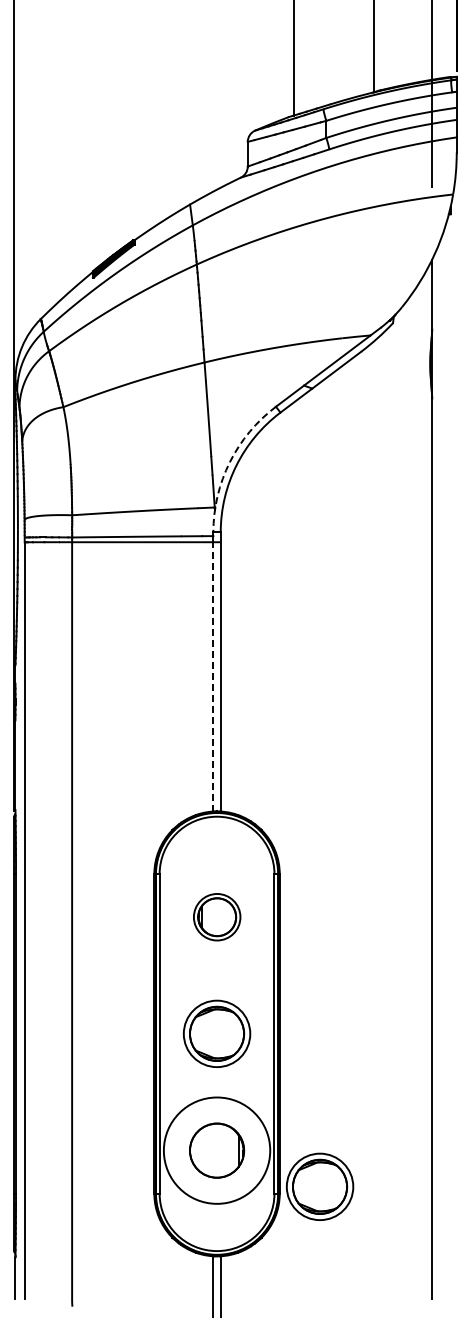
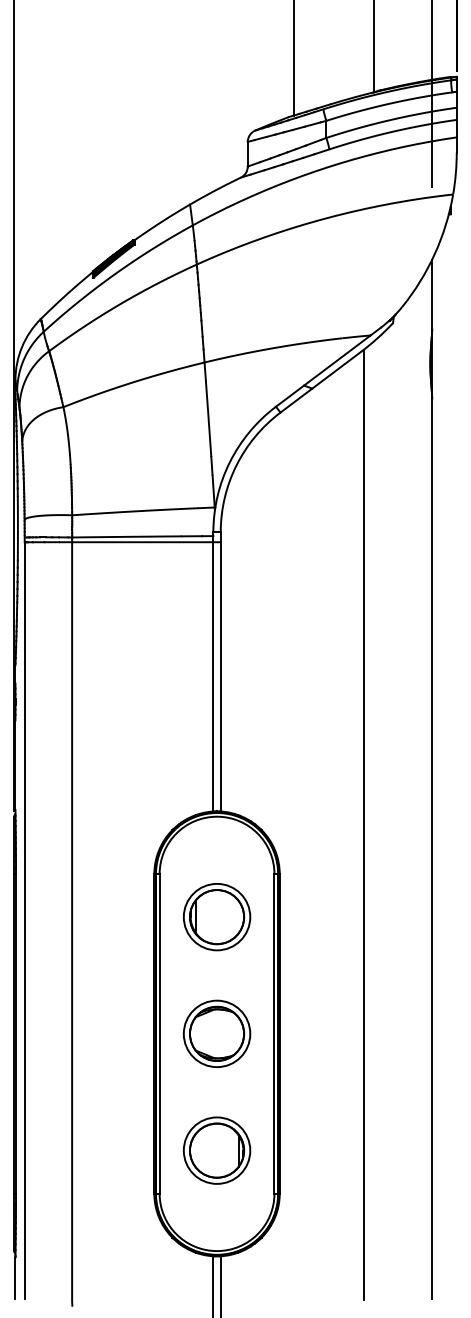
arc at (229, 462): dashed -> solid
line at (213, 676): dashed -> solid
line at (364, 824): none -> present
part at (217, 917) size: 49x49 px -> 69x69 px
circle at (216, 1150) diameter: 106 px -> 66 px
part at (320, 1186): present -> none
